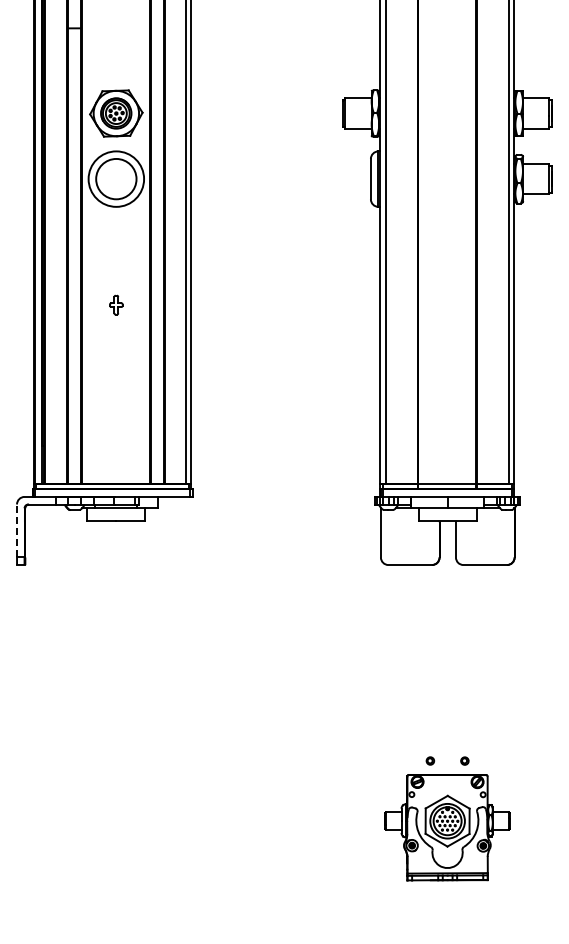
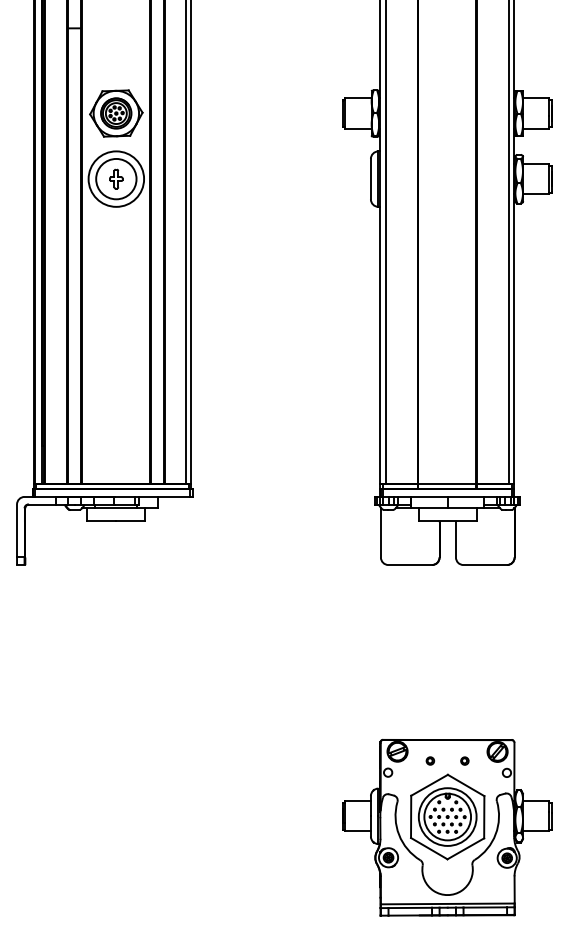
part at (116, 304) position: (116, 304) -> (116, 178)
line at (17, 530): dashed -> solid
part at (447, 827) size: 127x108 px -> 211x179 px
